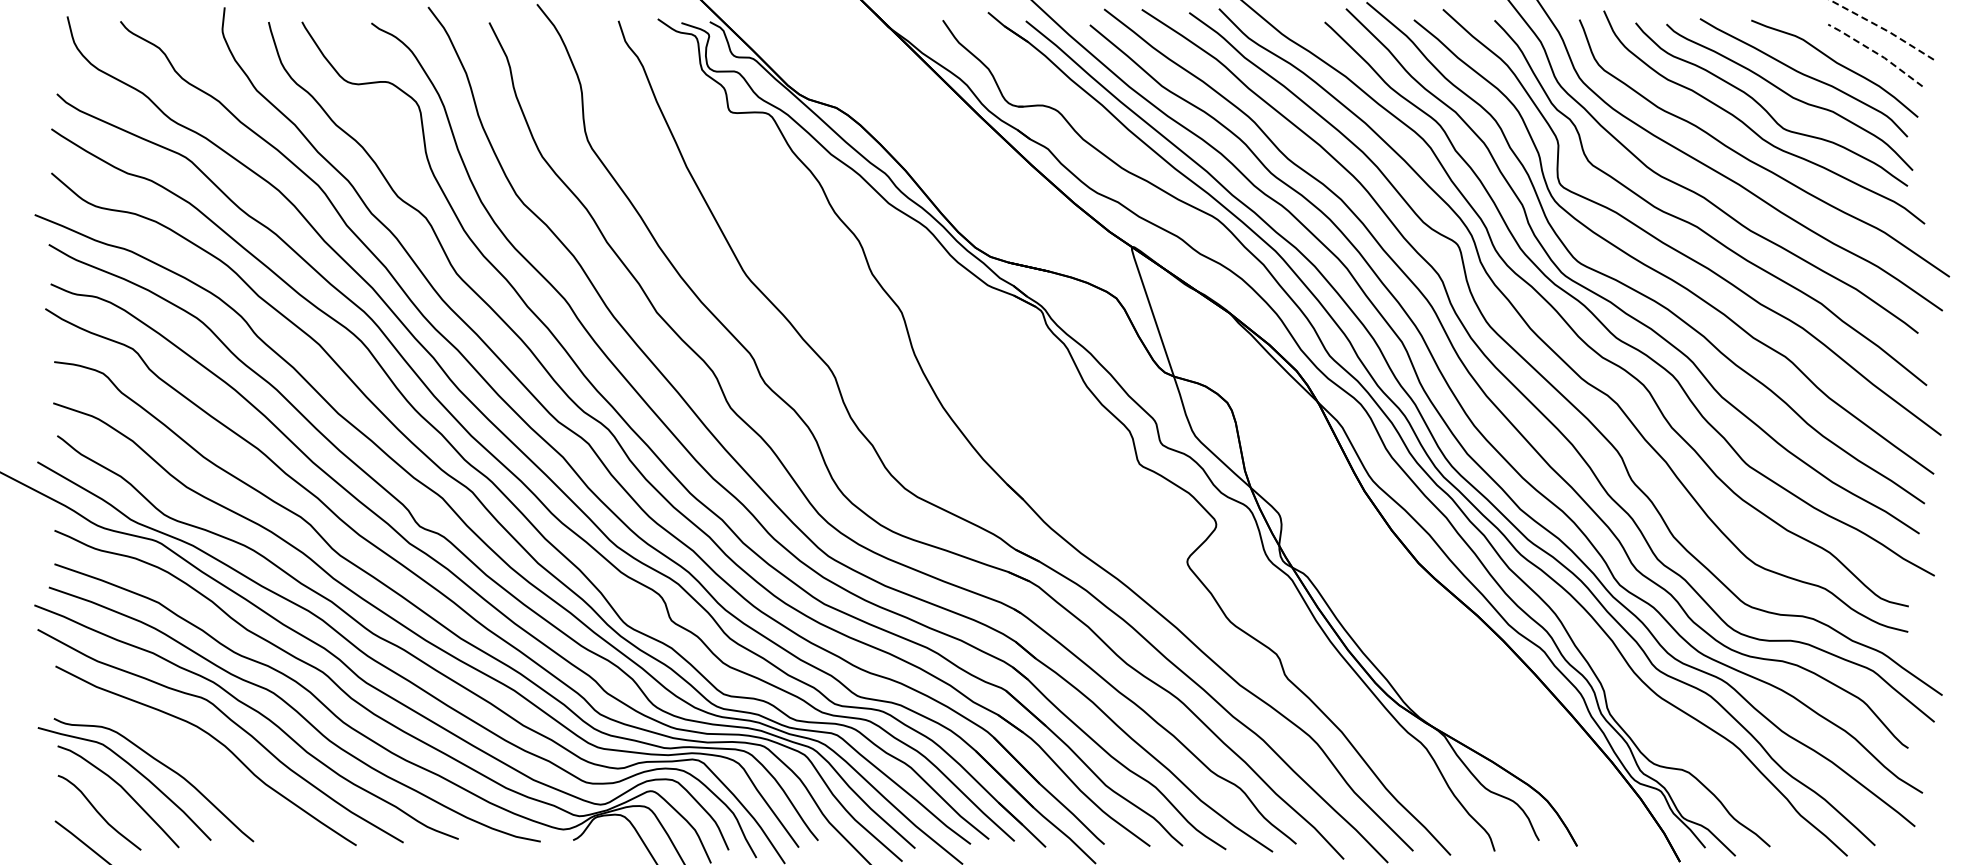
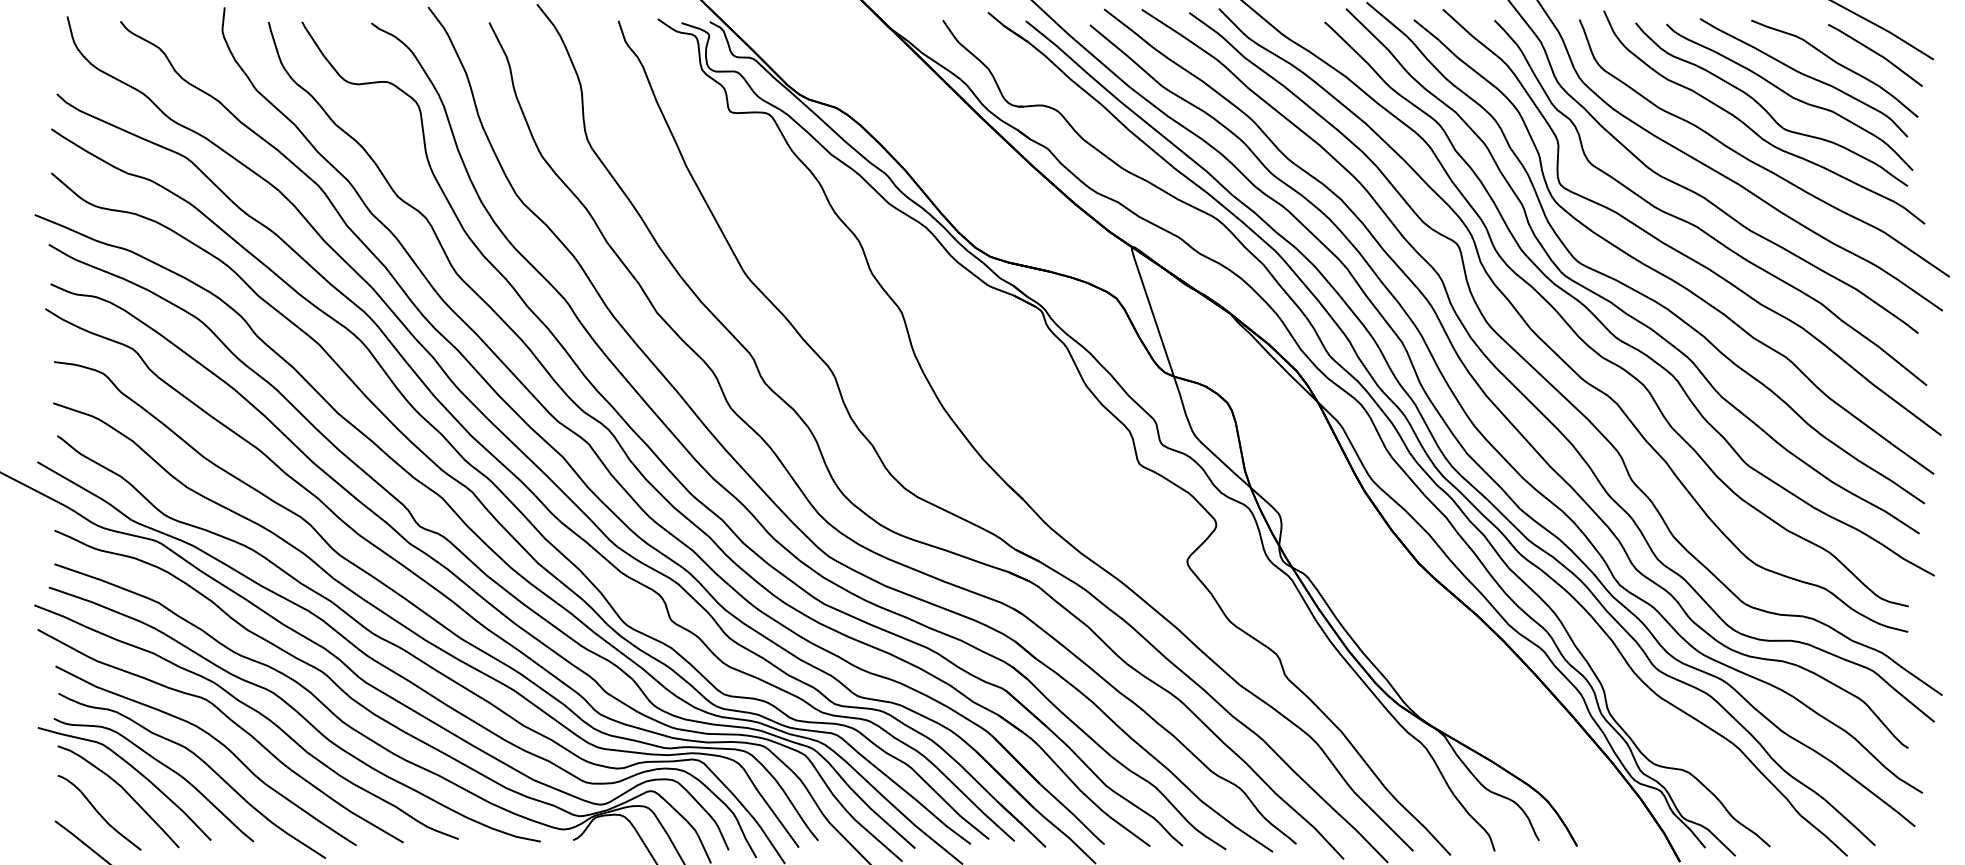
line at (1883, 28): dashed -> solid
line at (1876, 52): dashed -> solid
curve at (201, 761): none -> present
